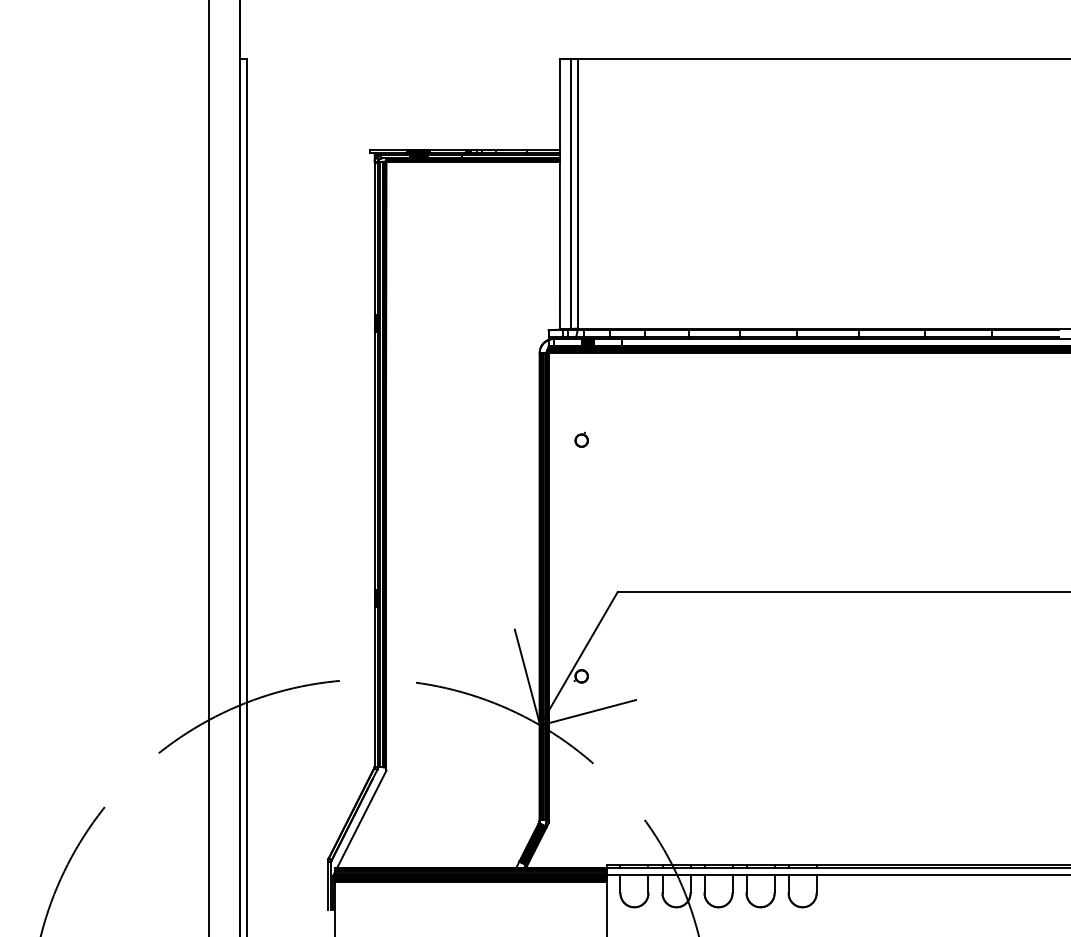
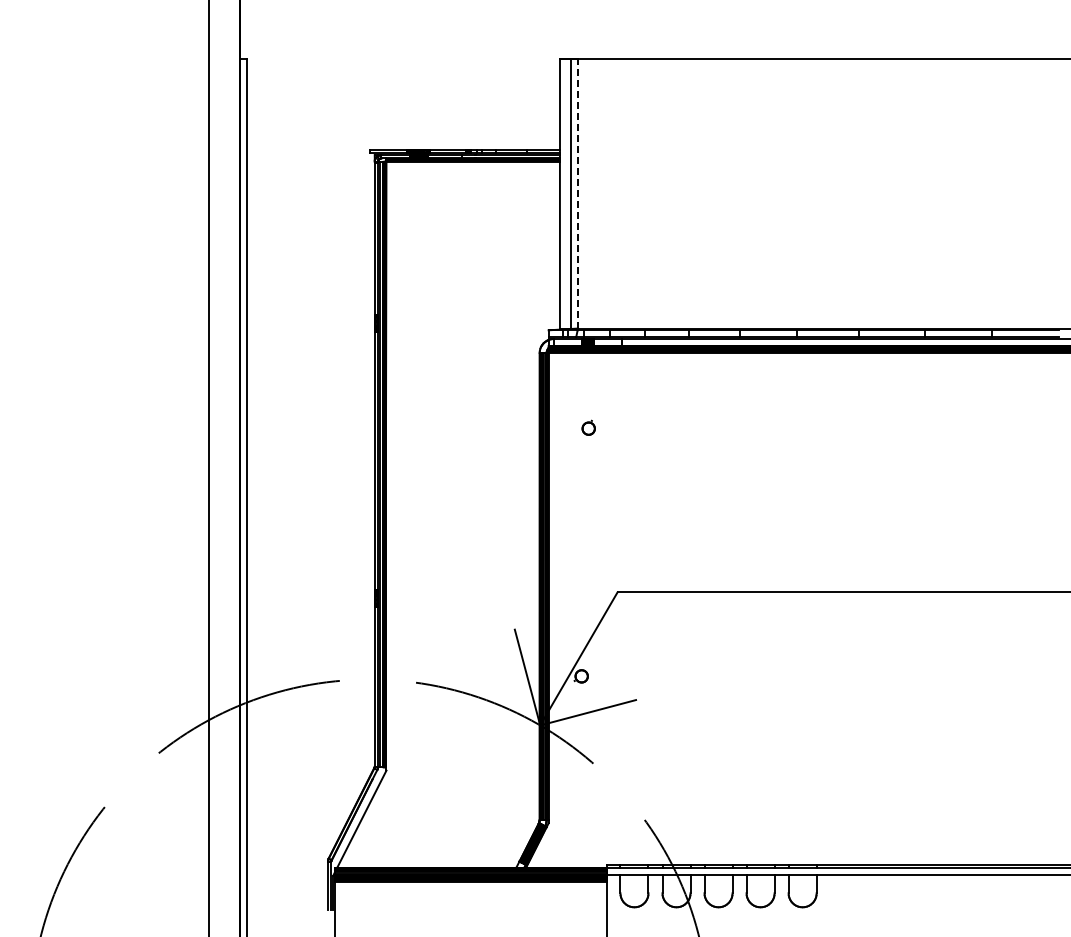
line at (577, 193): solid -> dashed
part at (581, 439) position: (581, 439) -> (588, 427)
